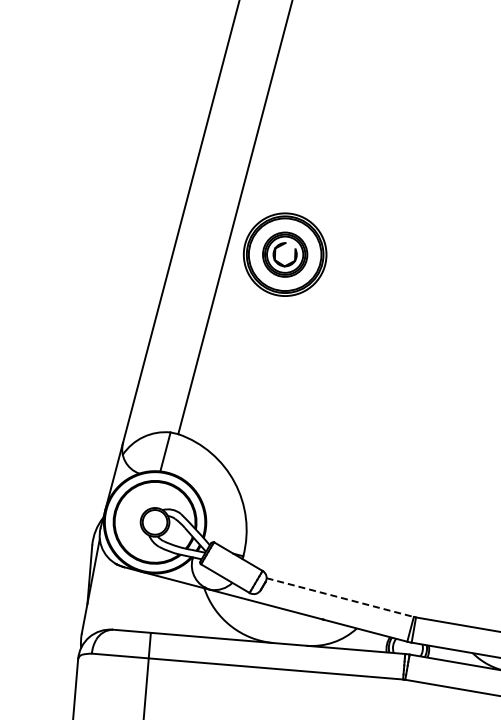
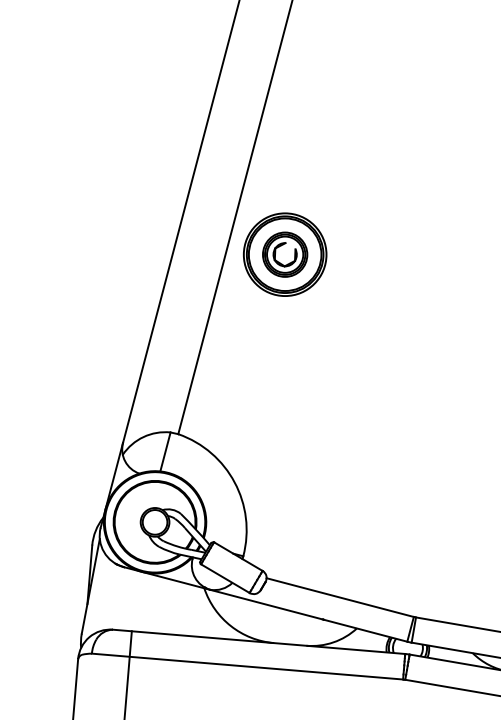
line at (340, 597): dashed -> solid
line at (146, 674) position: (146, 674) -> (127, 673)
